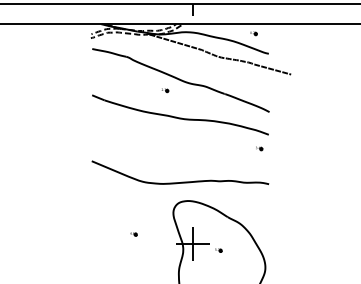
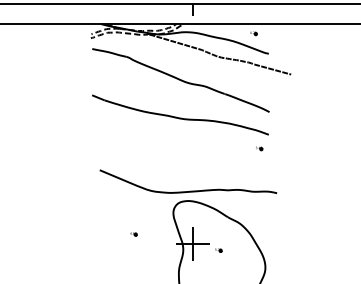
part at (165, 90): present -> none
curve at (181, 181) position: (181, 181) -> (189, 190)
